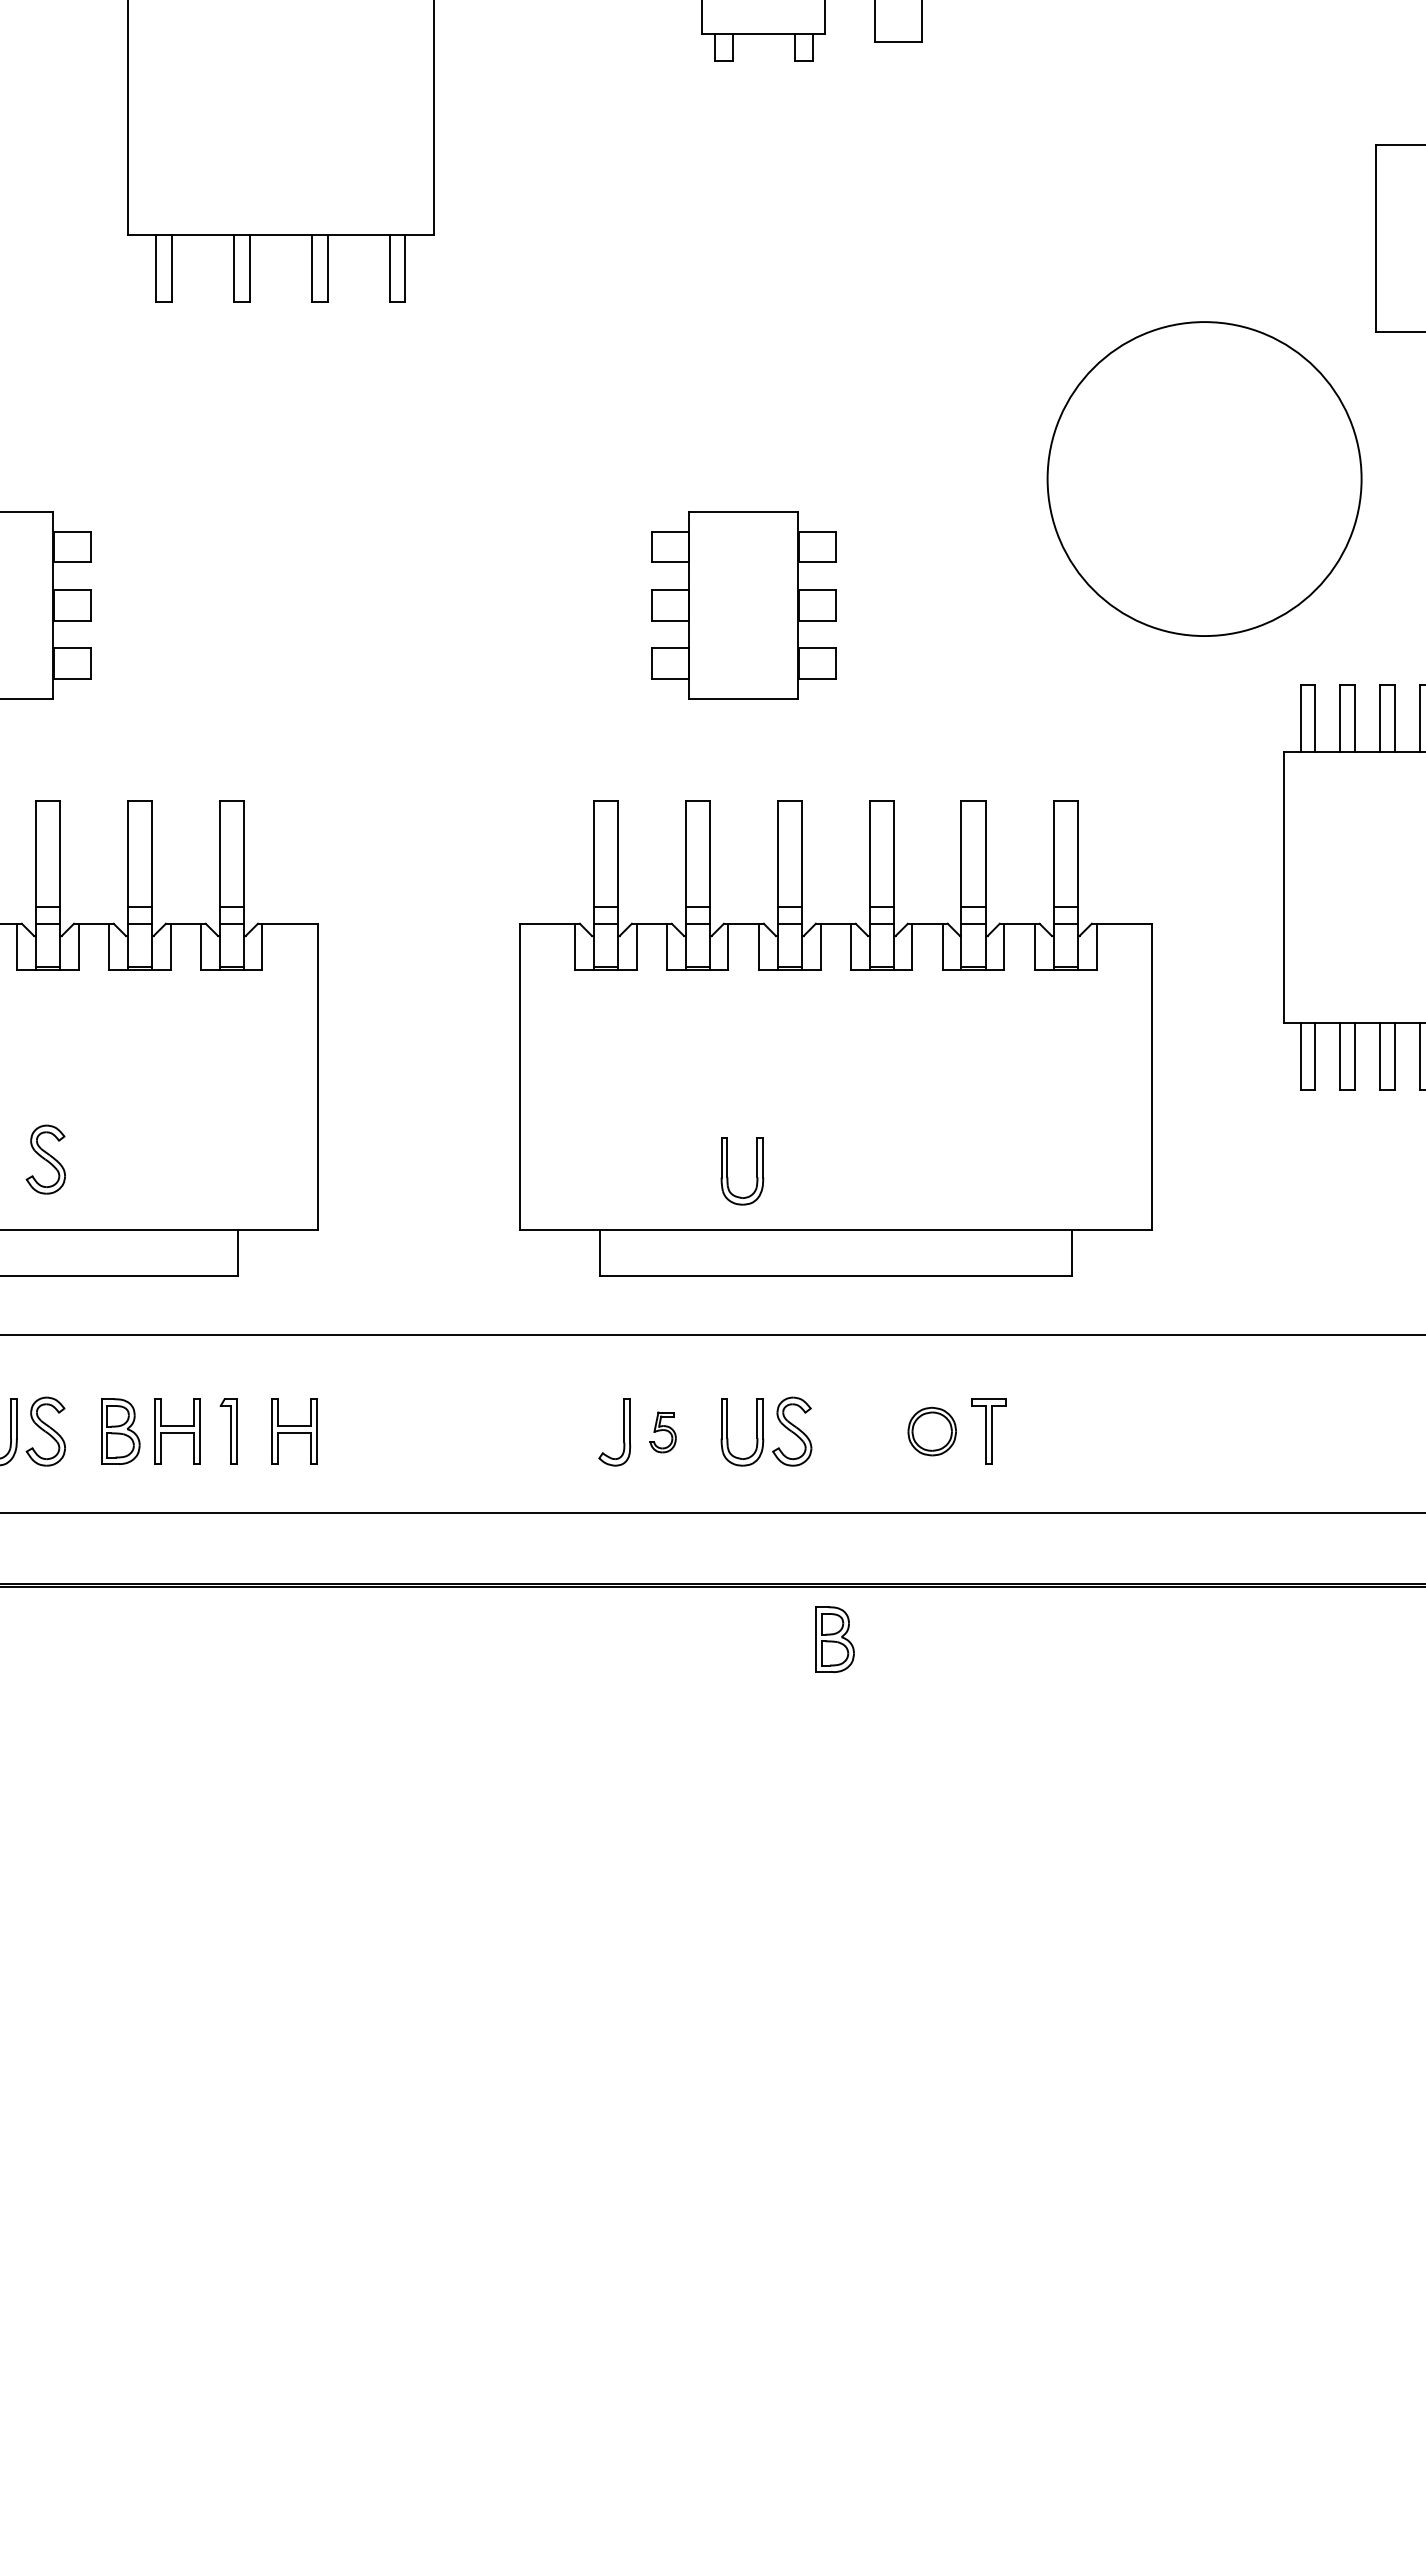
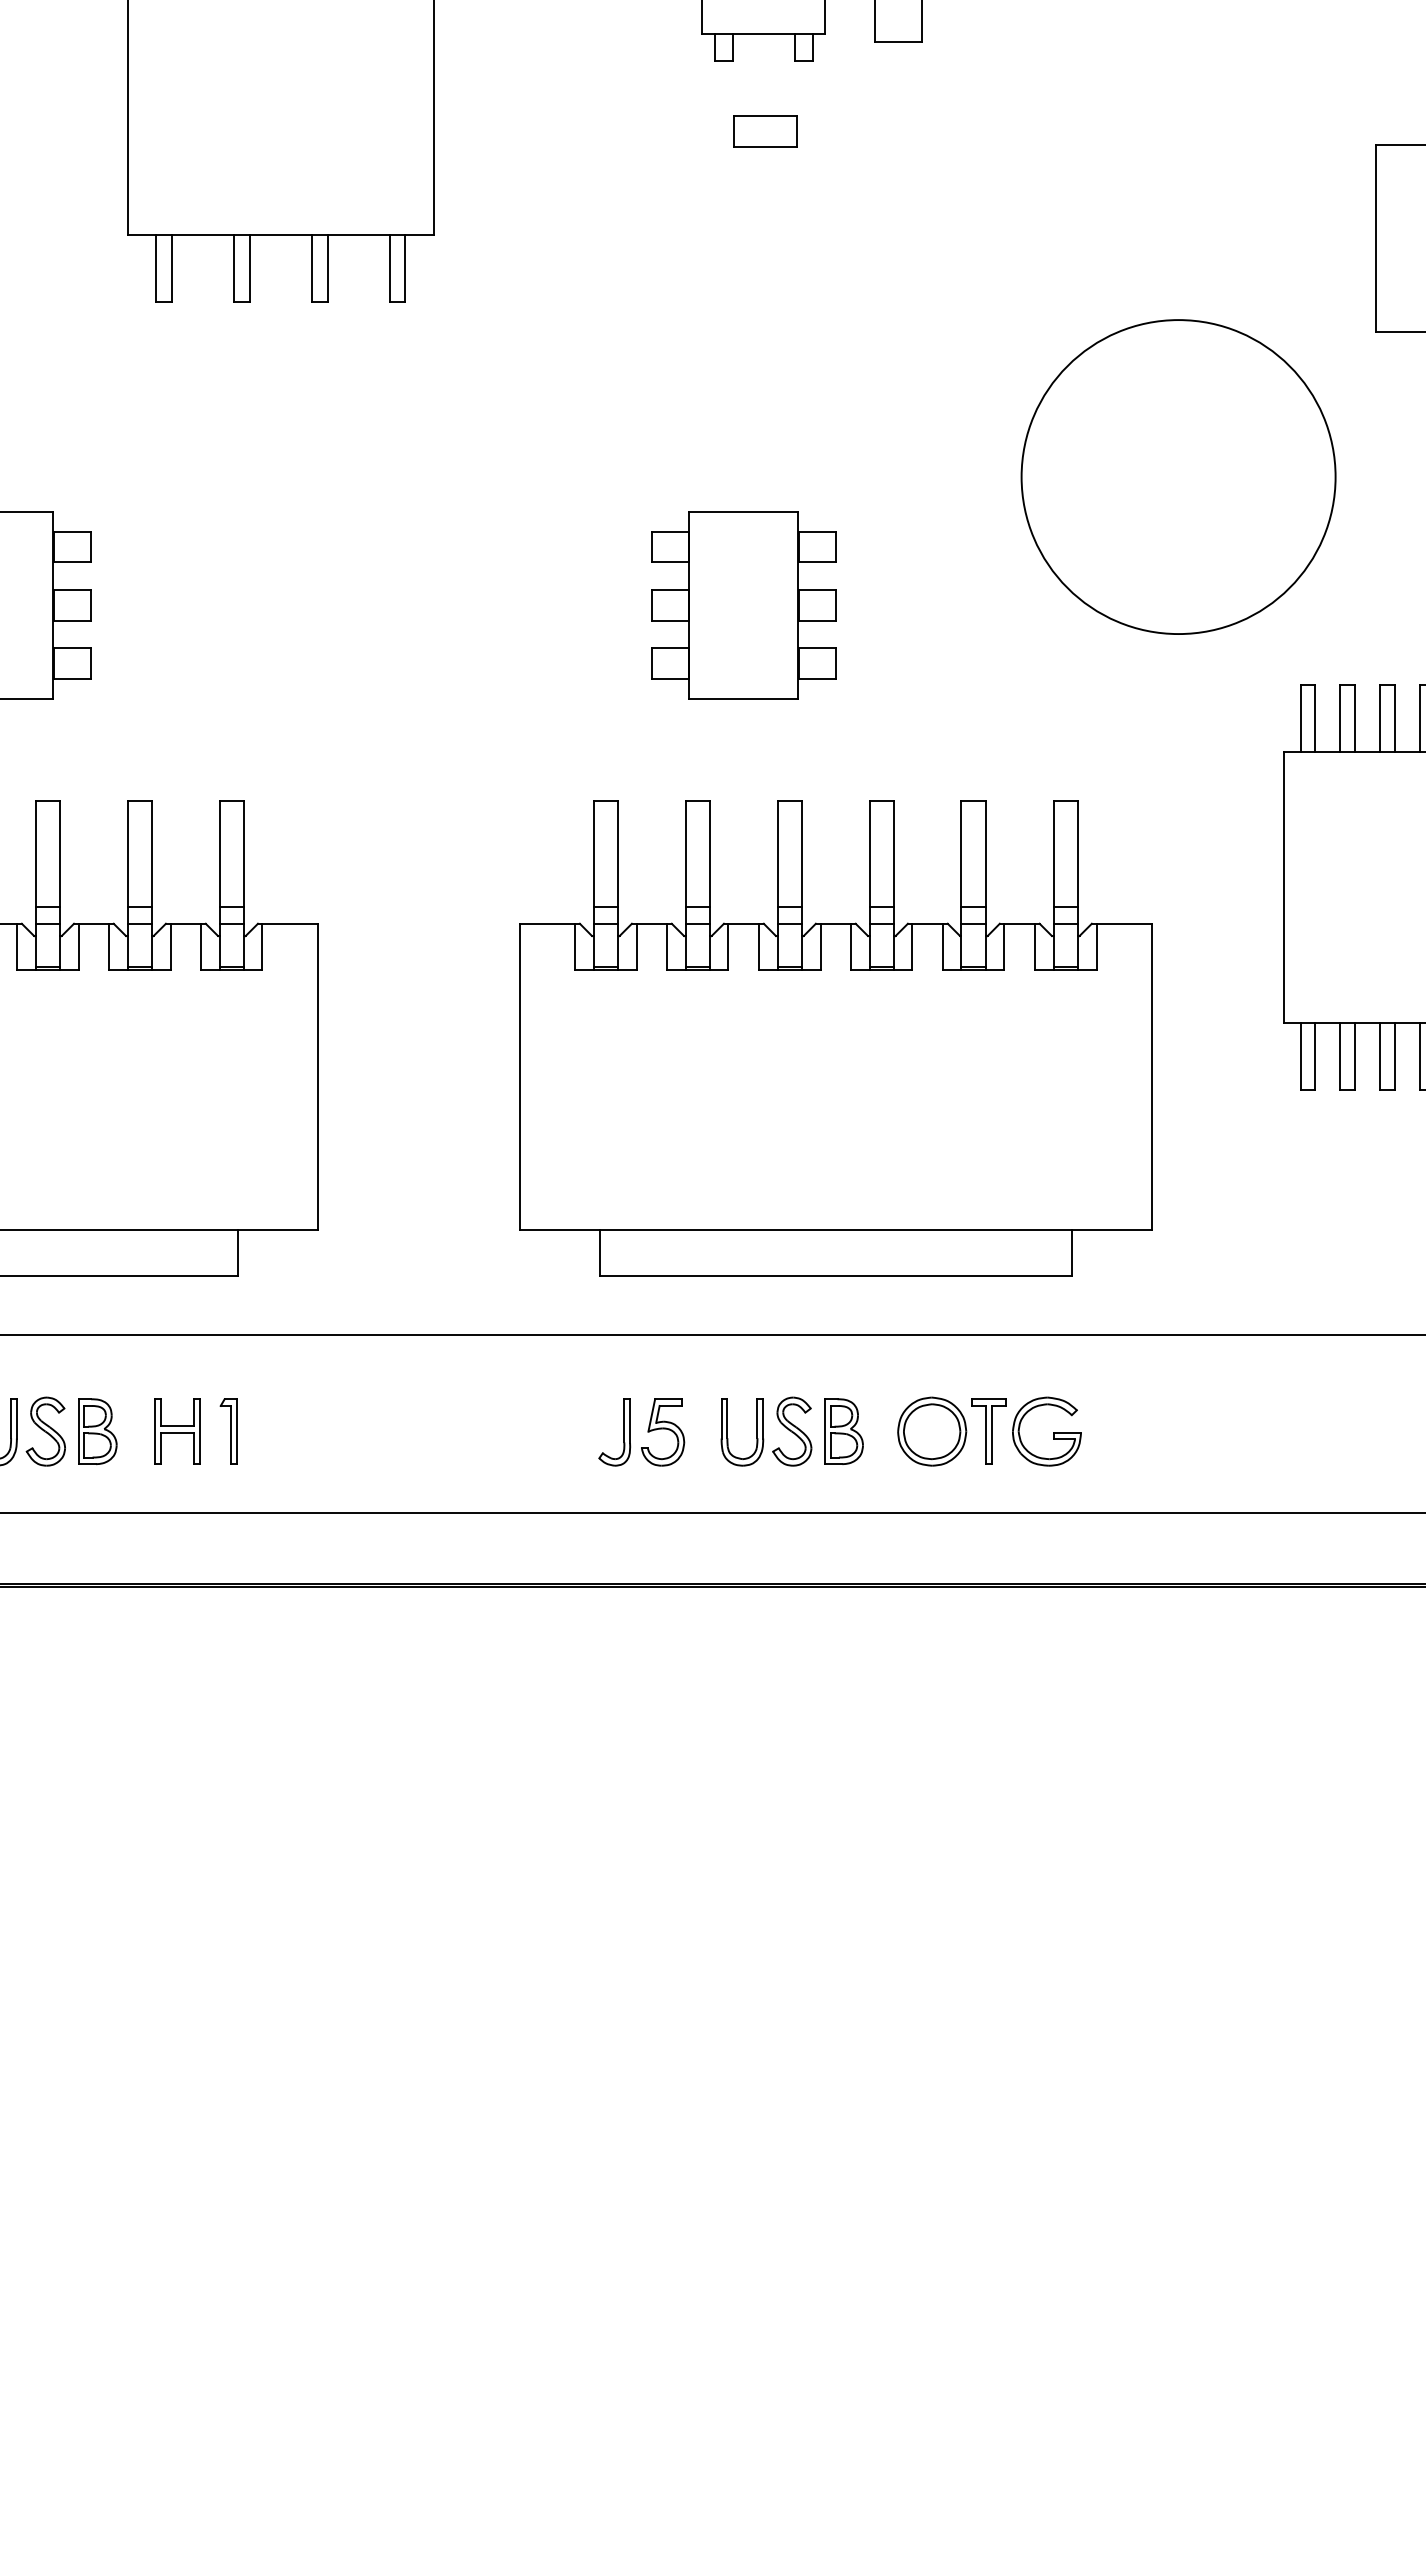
part at (765, 131): none -> present
circle at (1204, 478) position: (1204, 478) -> (1178, 476)
part at (45, 1159): present -> none
part at (756, 1171): present -> none
part at (120, 1431) position: (120, 1431) -> (97, 1431)
part at (294, 1431): present -> none
part at (931, 1431) size: 50x51 px -> 71x71 px
part at (662, 1432) size: 28x43 px -> 45x69 px
part at (1053, 1432): none -> present
part at (834, 1639) position: (834, 1639) -> (843, 1431)
